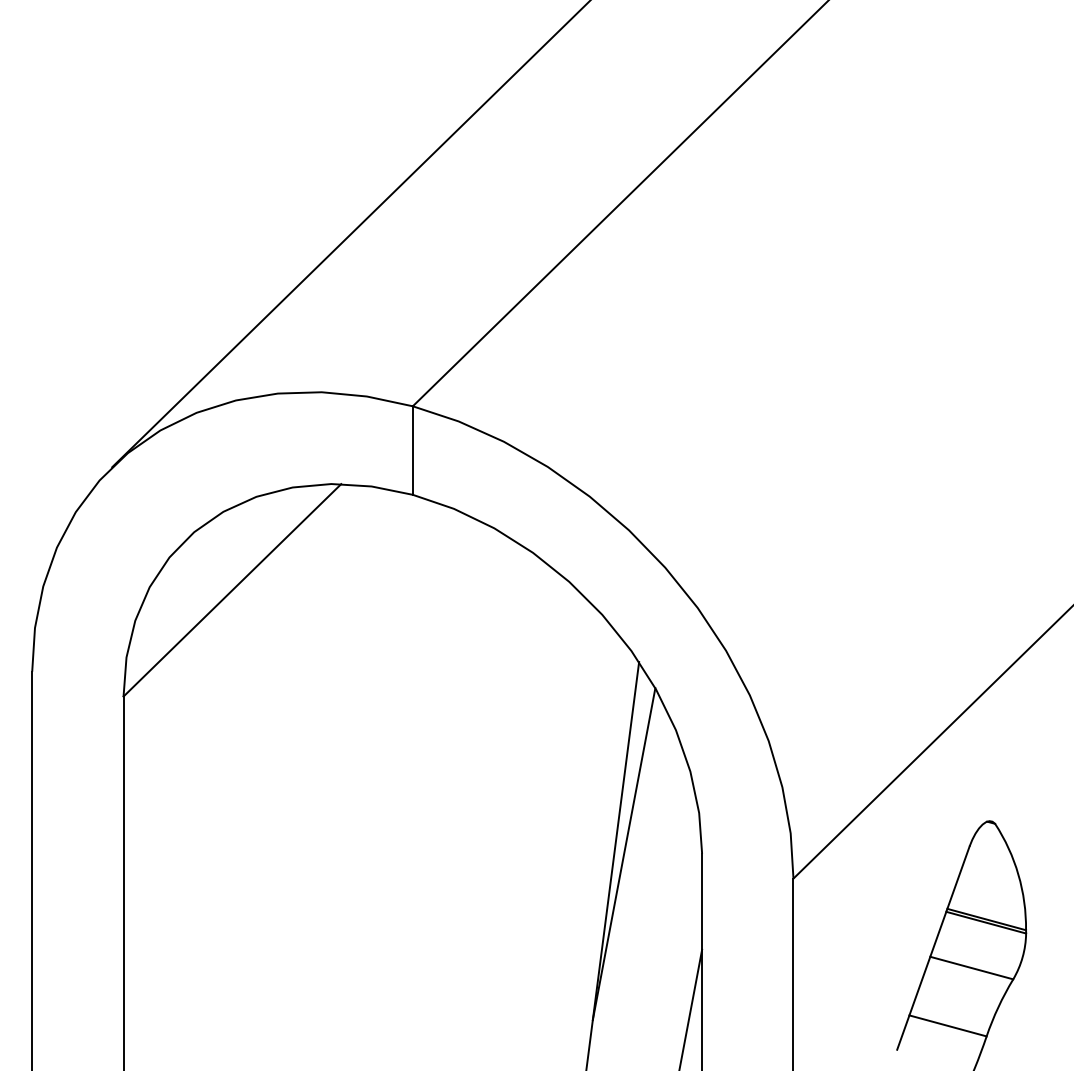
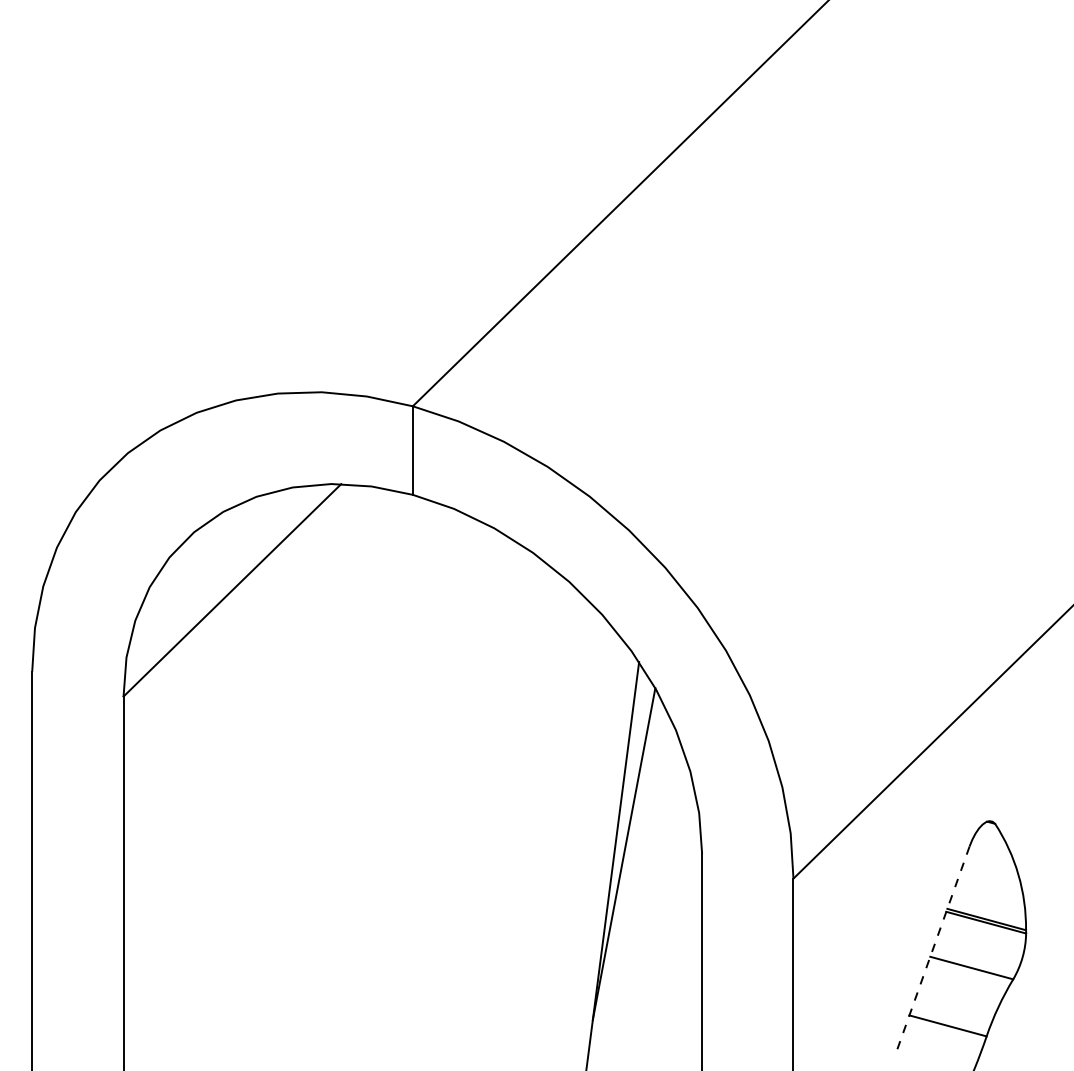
line at (350, 234): present -> none
line at (933, 948): solid -> dashed
line at (690, 1008): present -> none
